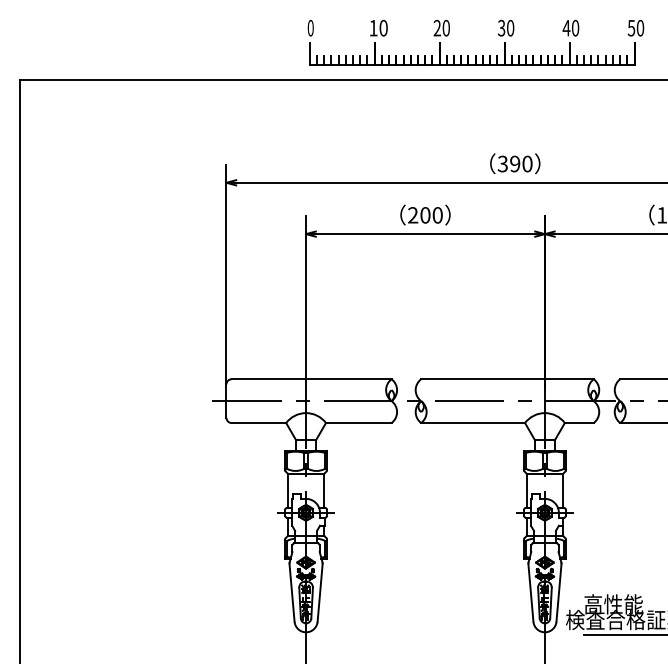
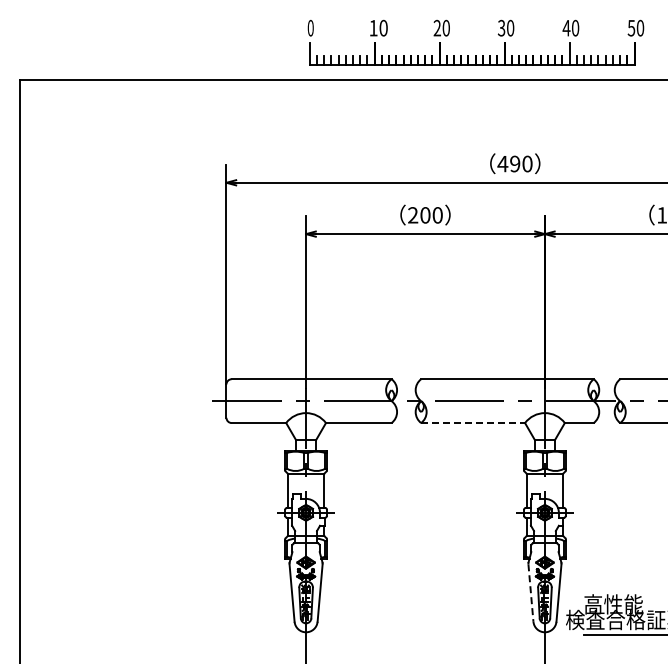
text at (502, 163): 390 -> 490
line at (473, 423): solid -> dashed
line at (530, 593): solid -> dashed
